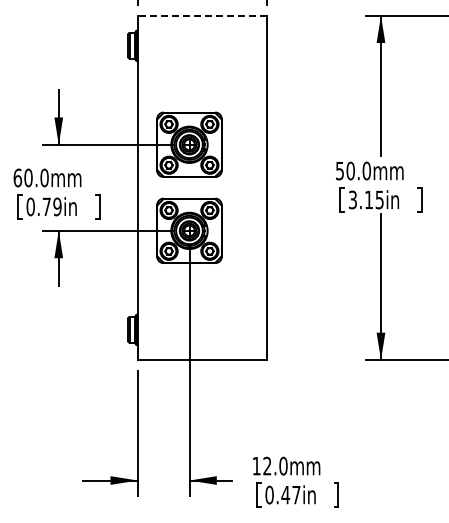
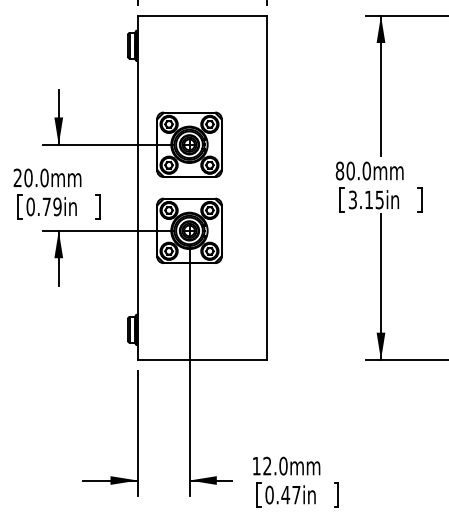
line at (202, 15): dashed -> solid
text at (339, 170): 50.0mm -> 80.0mm
text at (17, 177): 60.0mm -> 20.0mm
